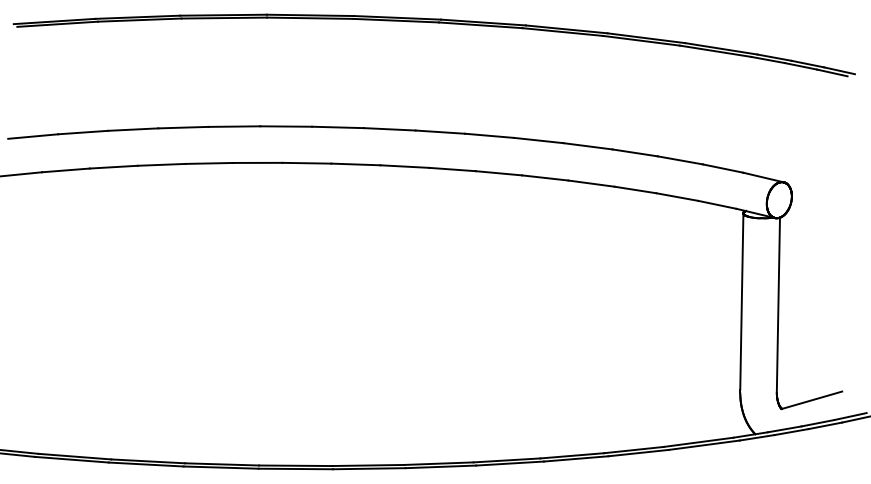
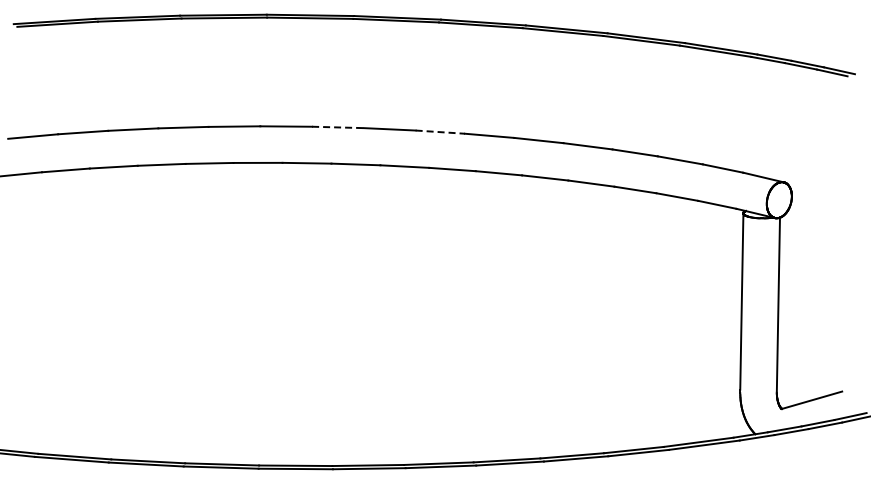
line at (338, 127): solid -> dashed
line at (440, 132): solid -> dashed
